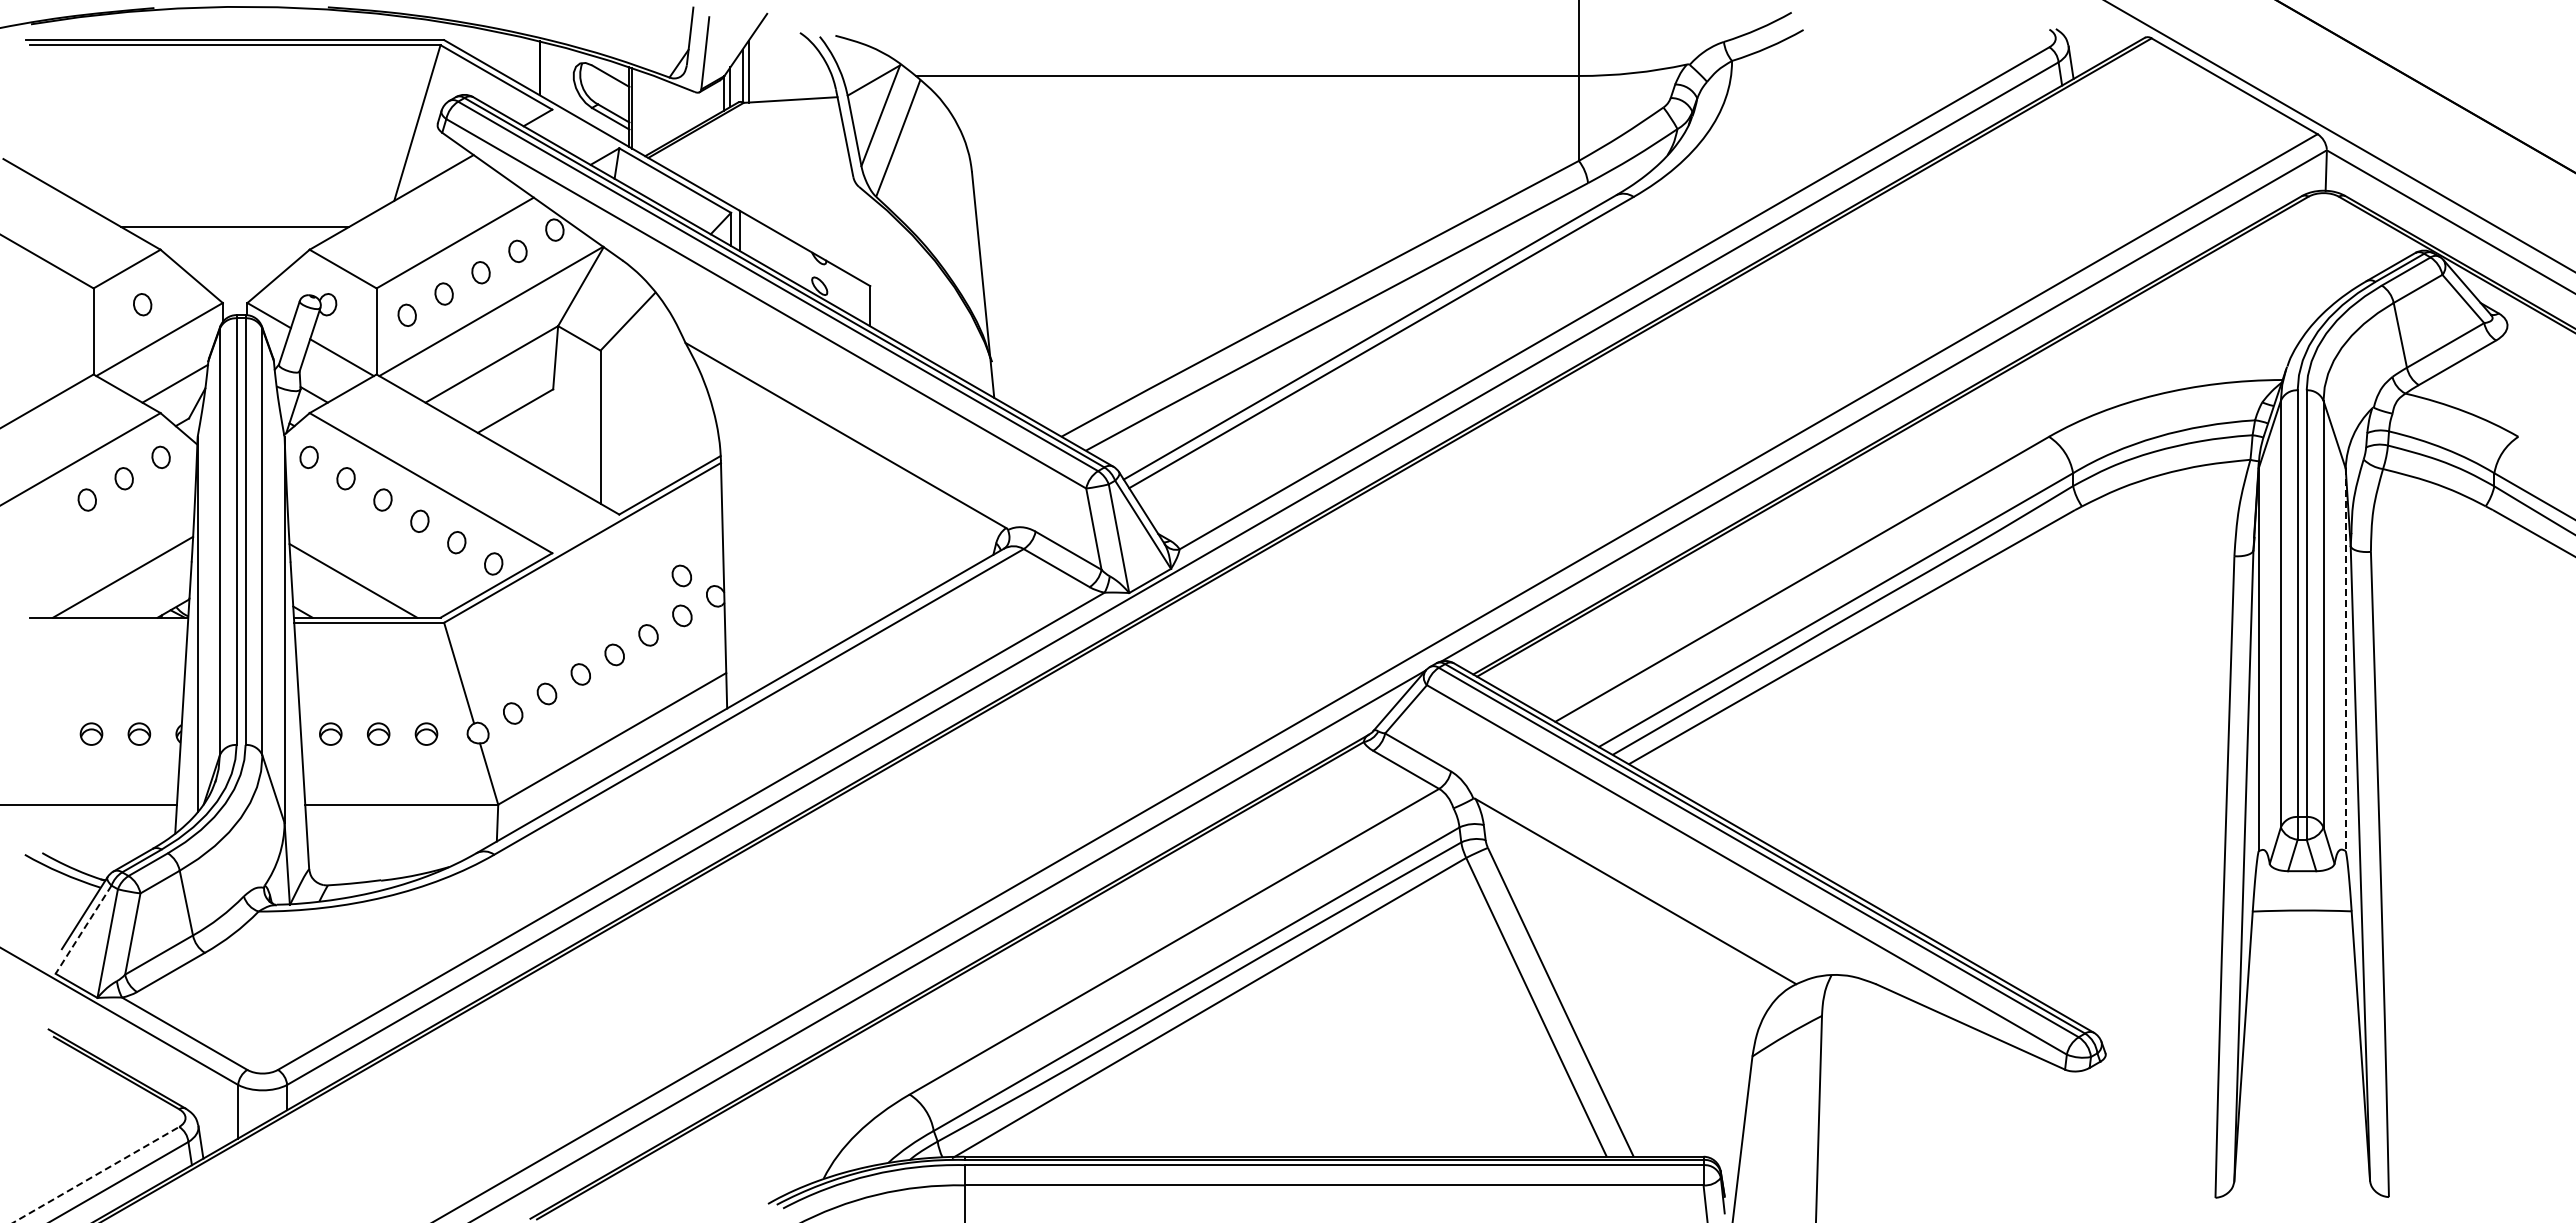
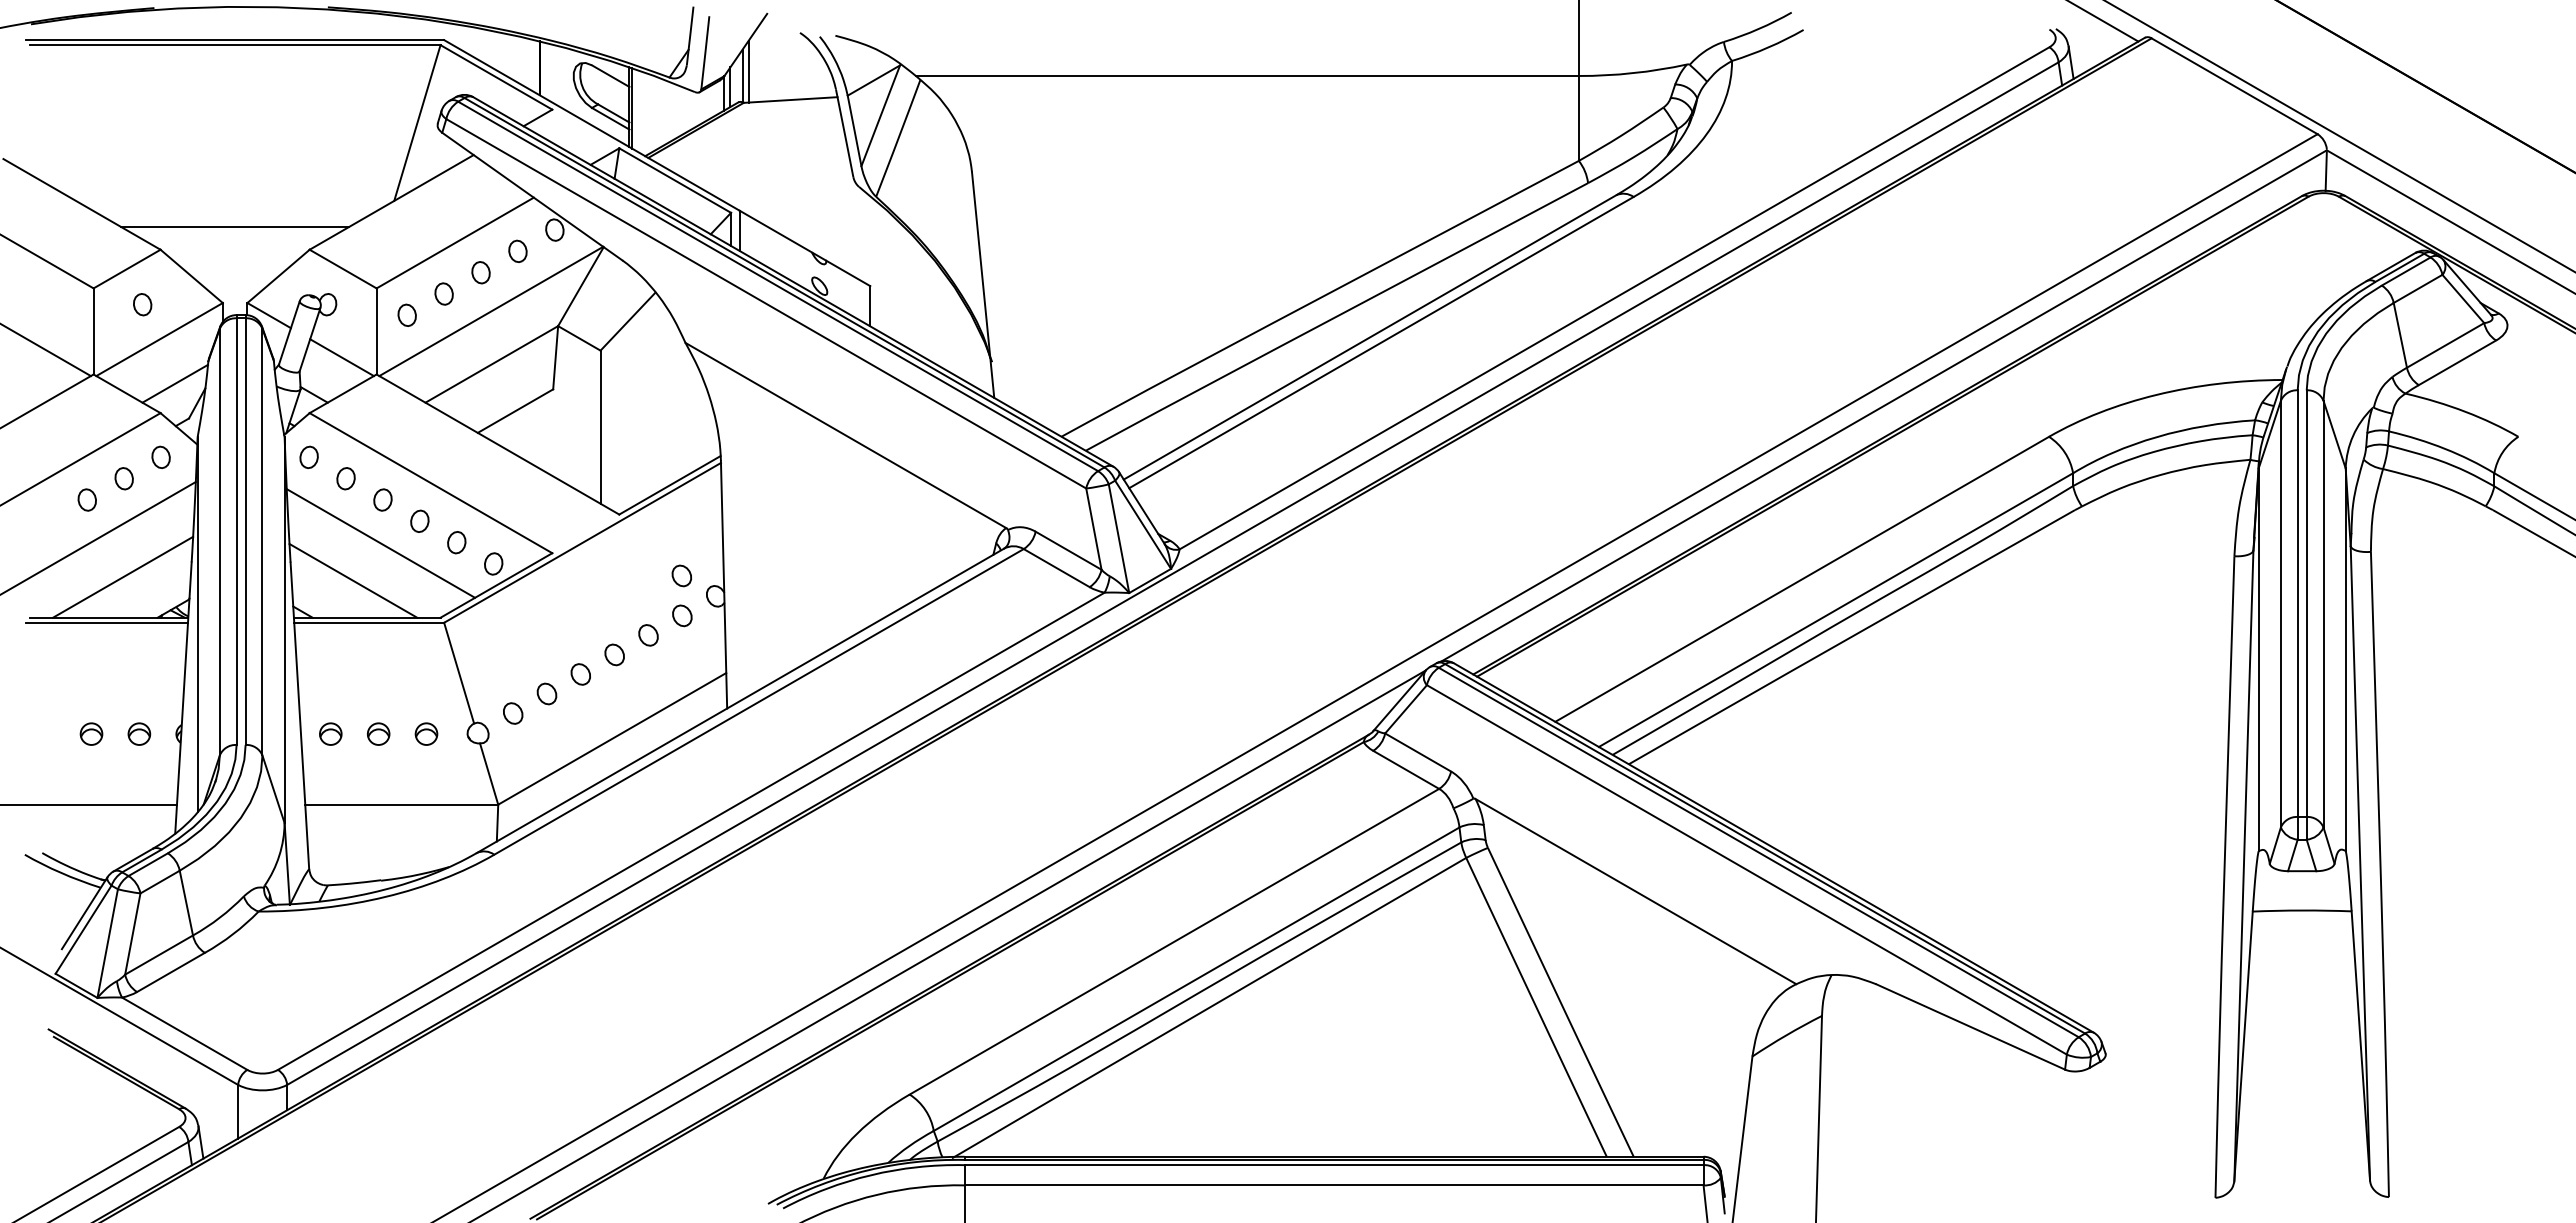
line at (2103, 21): none -> present
line at (46, 350): none -> present
line at (98, 537): none -> present
line at (380, 543): none -> present
line at (107, 622): none -> present
line at (2345, 660): dashed -> solid
line at (83, 930): dashed -> solid
line at (96, 1174): dashed -> solid
